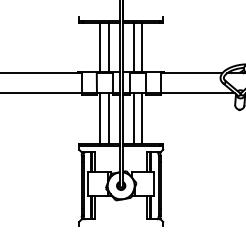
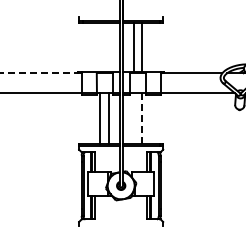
line at (100, 46): present -> none
line at (108, 46): present -> none
line at (40, 73): solid -> dashed
line at (133, 118): present -> none
line at (142, 118): solid -> dashed
